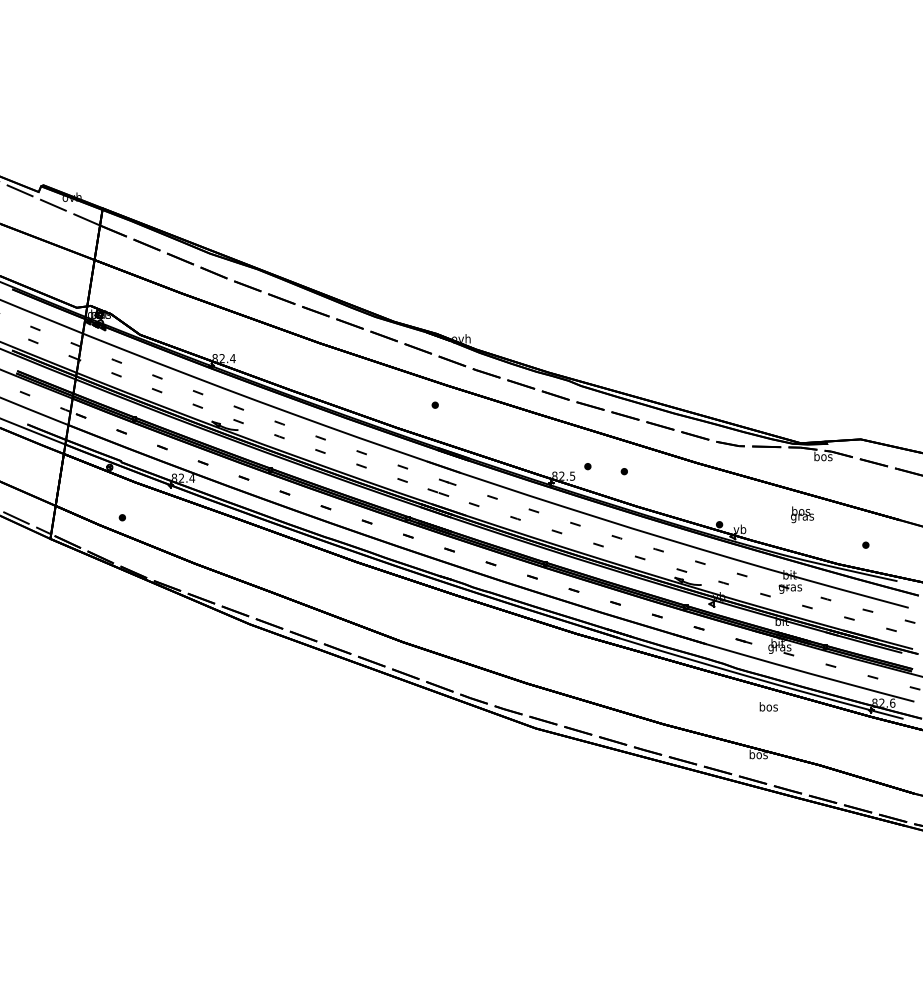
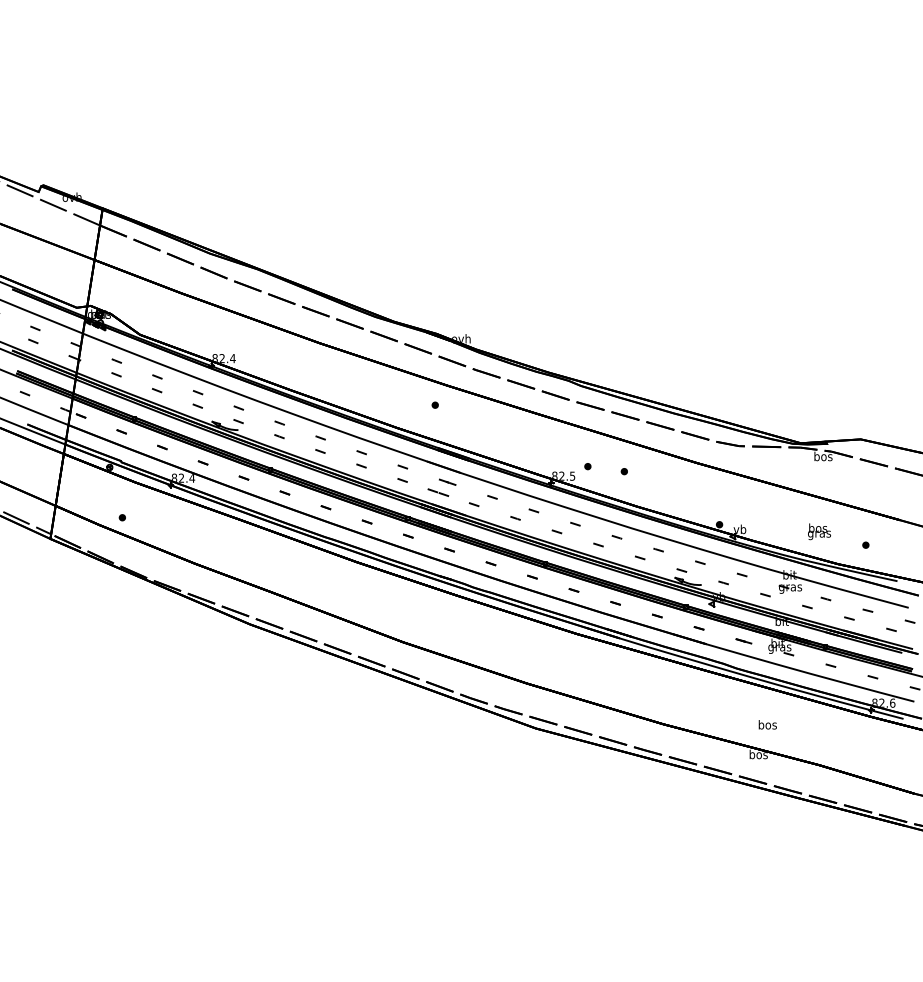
text at (802, 514) position: (802, 514) -> (819, 531)
text at (768, 706) position: (768, 706) -> (767, 724)
